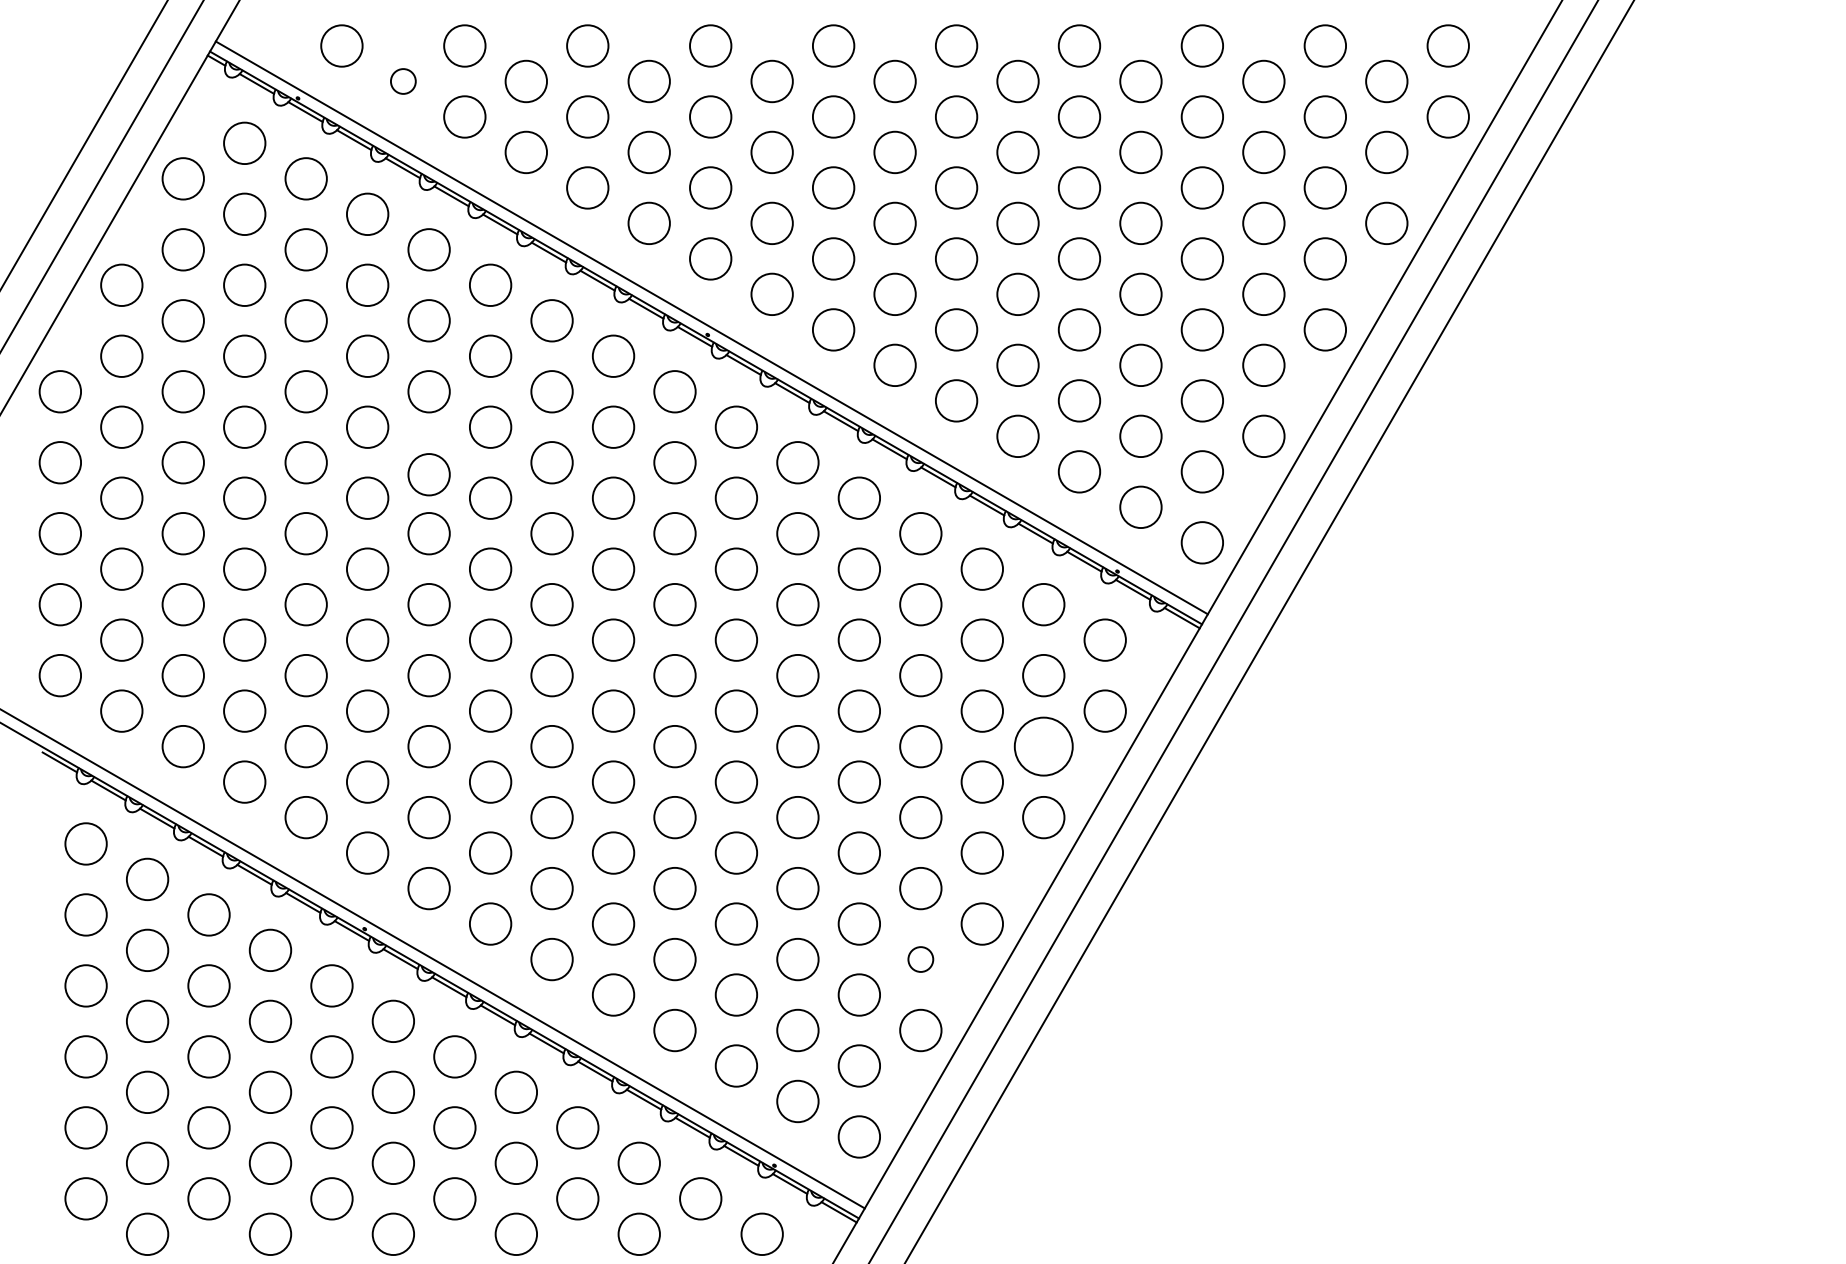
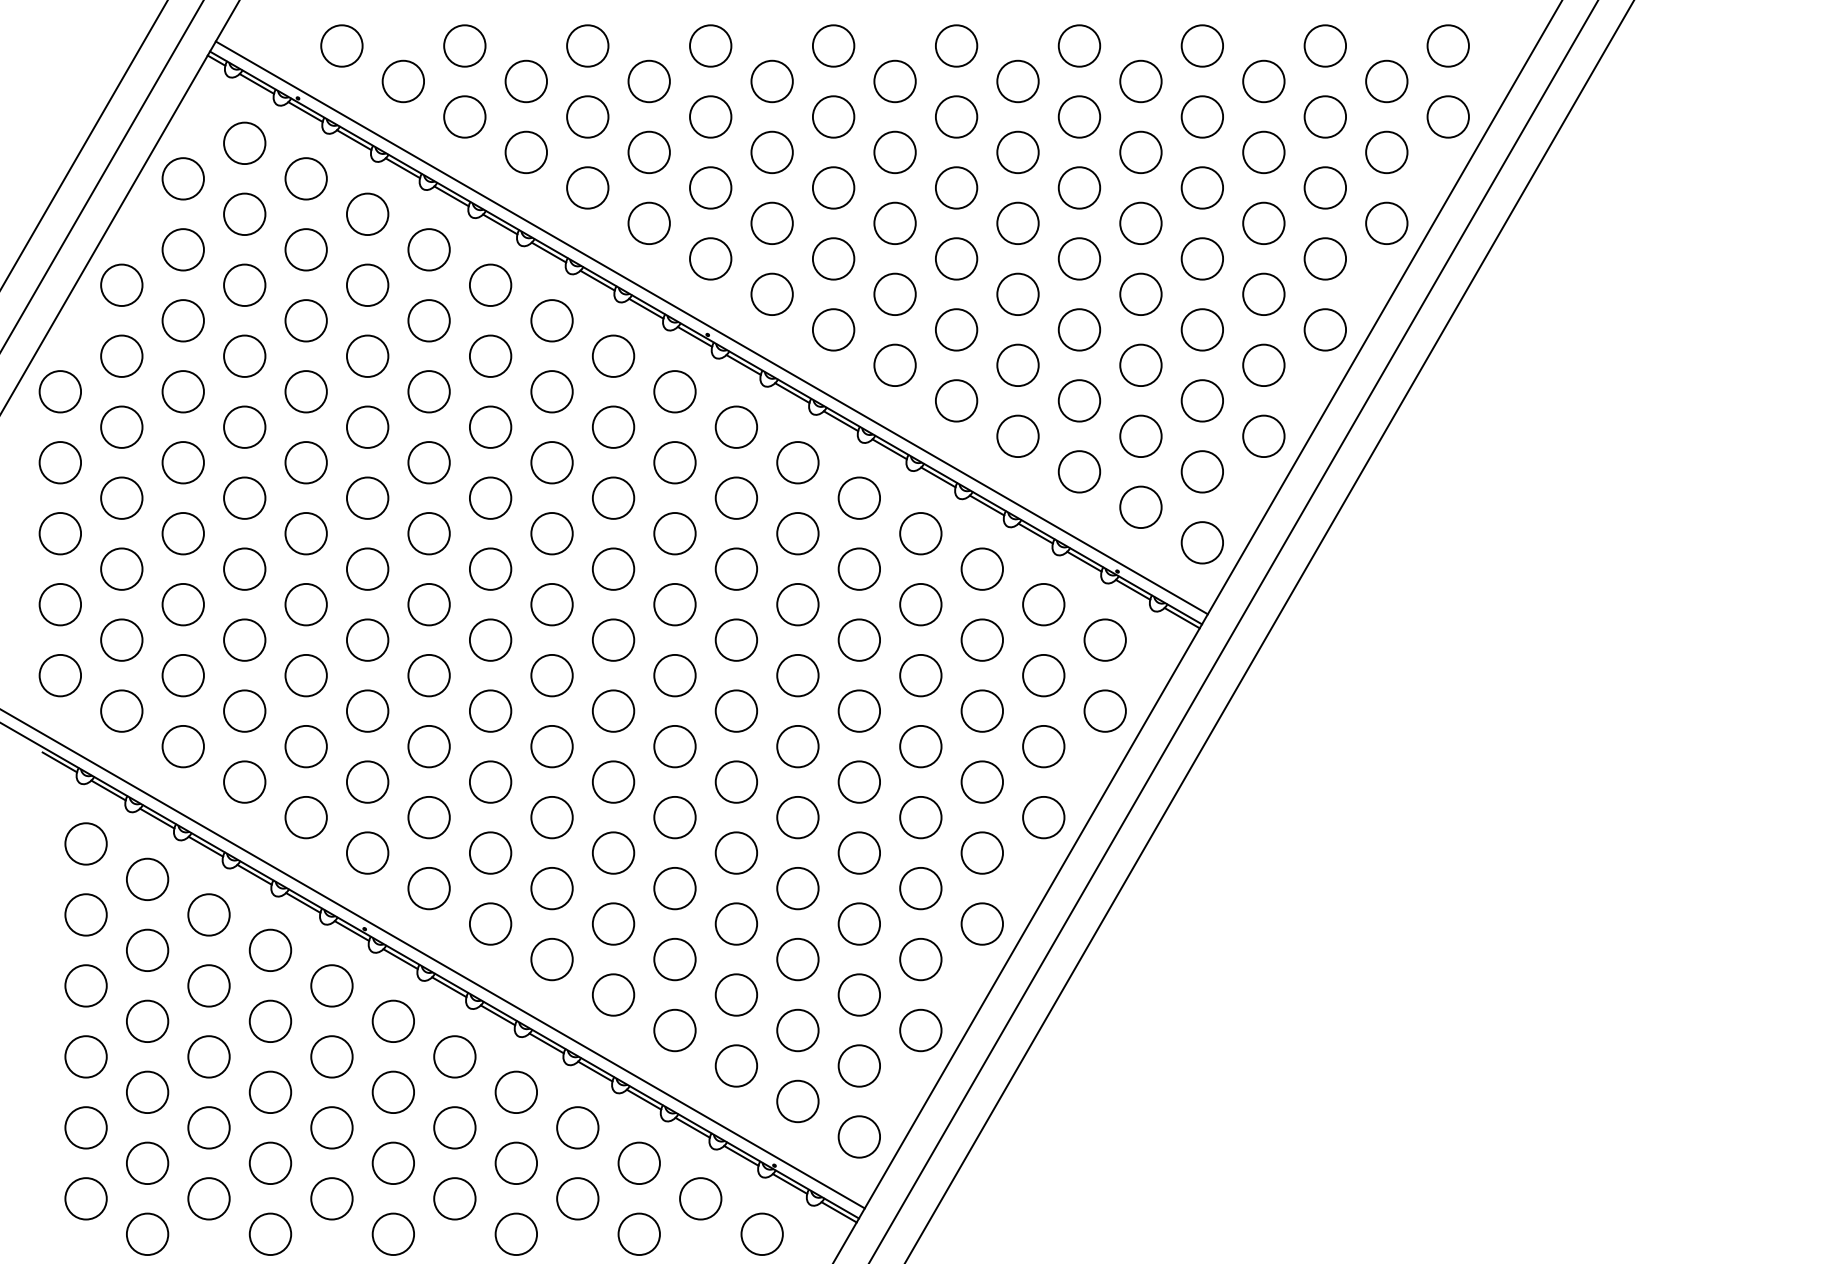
circle at (402, 81) diameter: 25 px -> 41 px
circle at (428, 474) position: (428, 474) -> (428, 462)
circle at (1043, 746) diameter: 58 px -> 41 px
circle at (920, 959) diameter: 25 px -> 41 px
